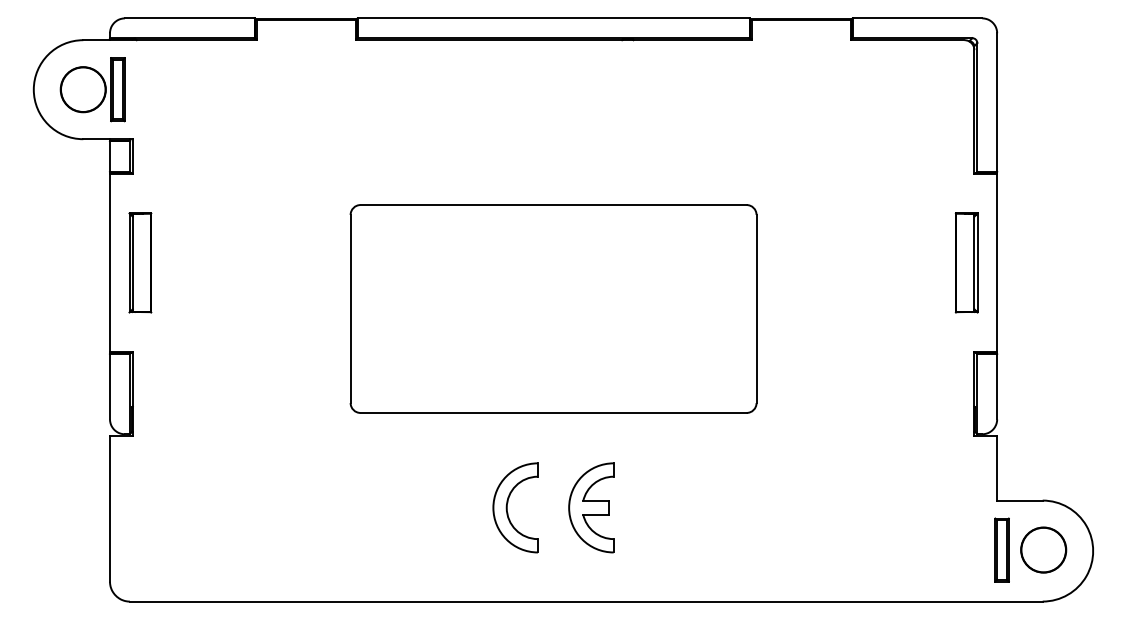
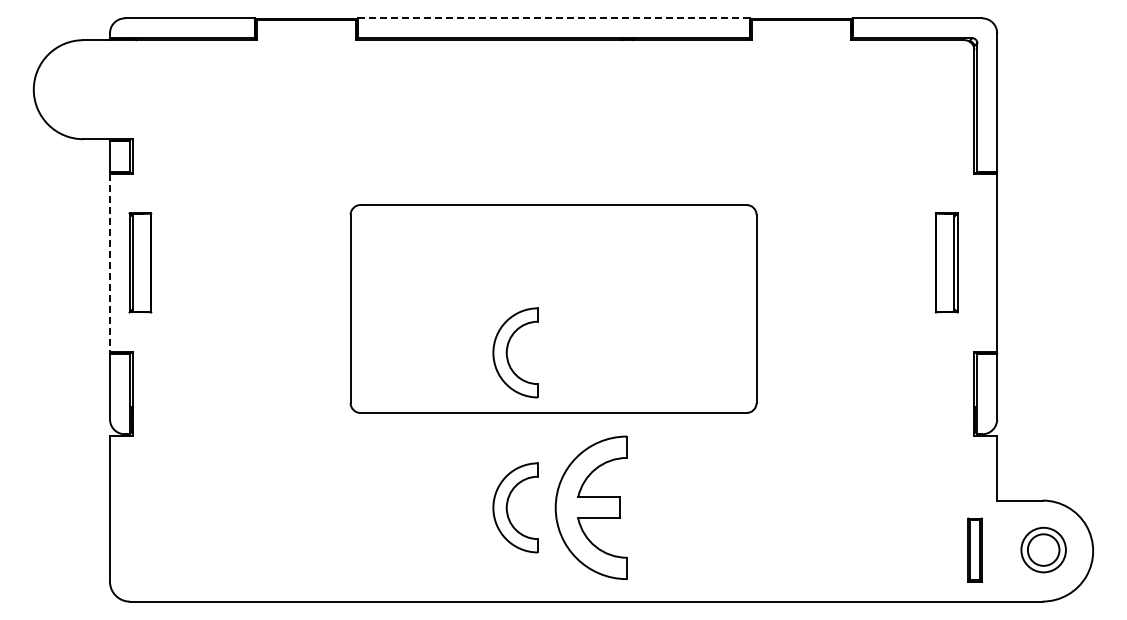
line at (554, 18): solid -> dashed
part at (92, 89): present -> none
part at (966, 262) position: (966, 262) -> (946, 262)
line at (110, 263): solid -> dashed
part at (507, 352): none -> present
part at (591, 507) size: 47x92 px -> 74x145 px
part at (1001, 549) position: (1001, 549) -> (974, 549)
circle at (1043, 549) diameter: 45 px -> 32 px
